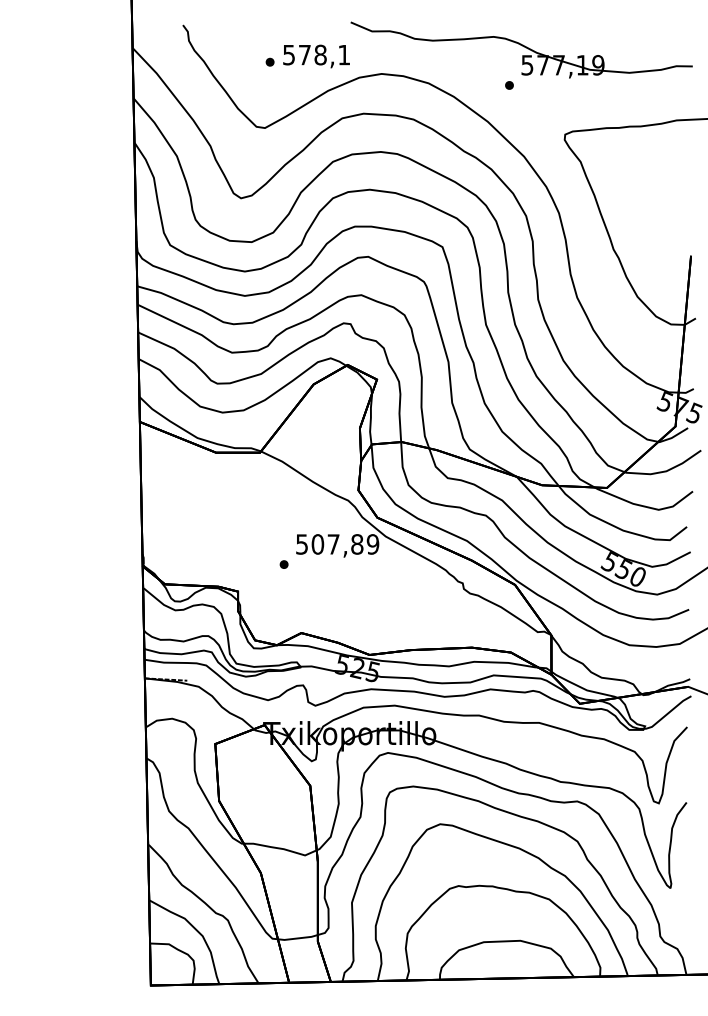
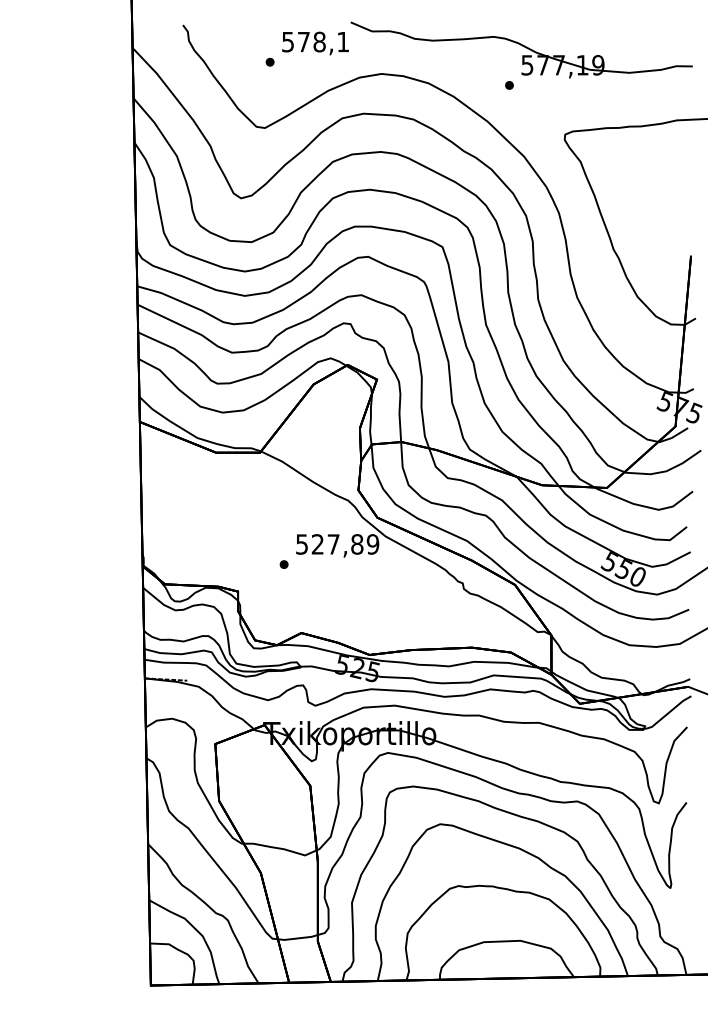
text at (316, 56) position: (316, 56) -> (315, 43)
text at (317, 544): 507,89 -> 527,89
